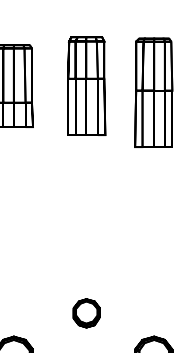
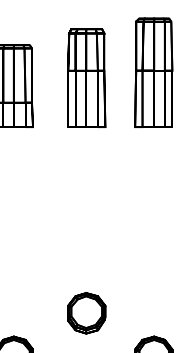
part at (86, 85) position: (86, 85) -> (86, 77)
part at (153, 92) position: (153, 92) -> (153, 72)
part at (86, 313) size: 29x31 px -> 40x43 px
